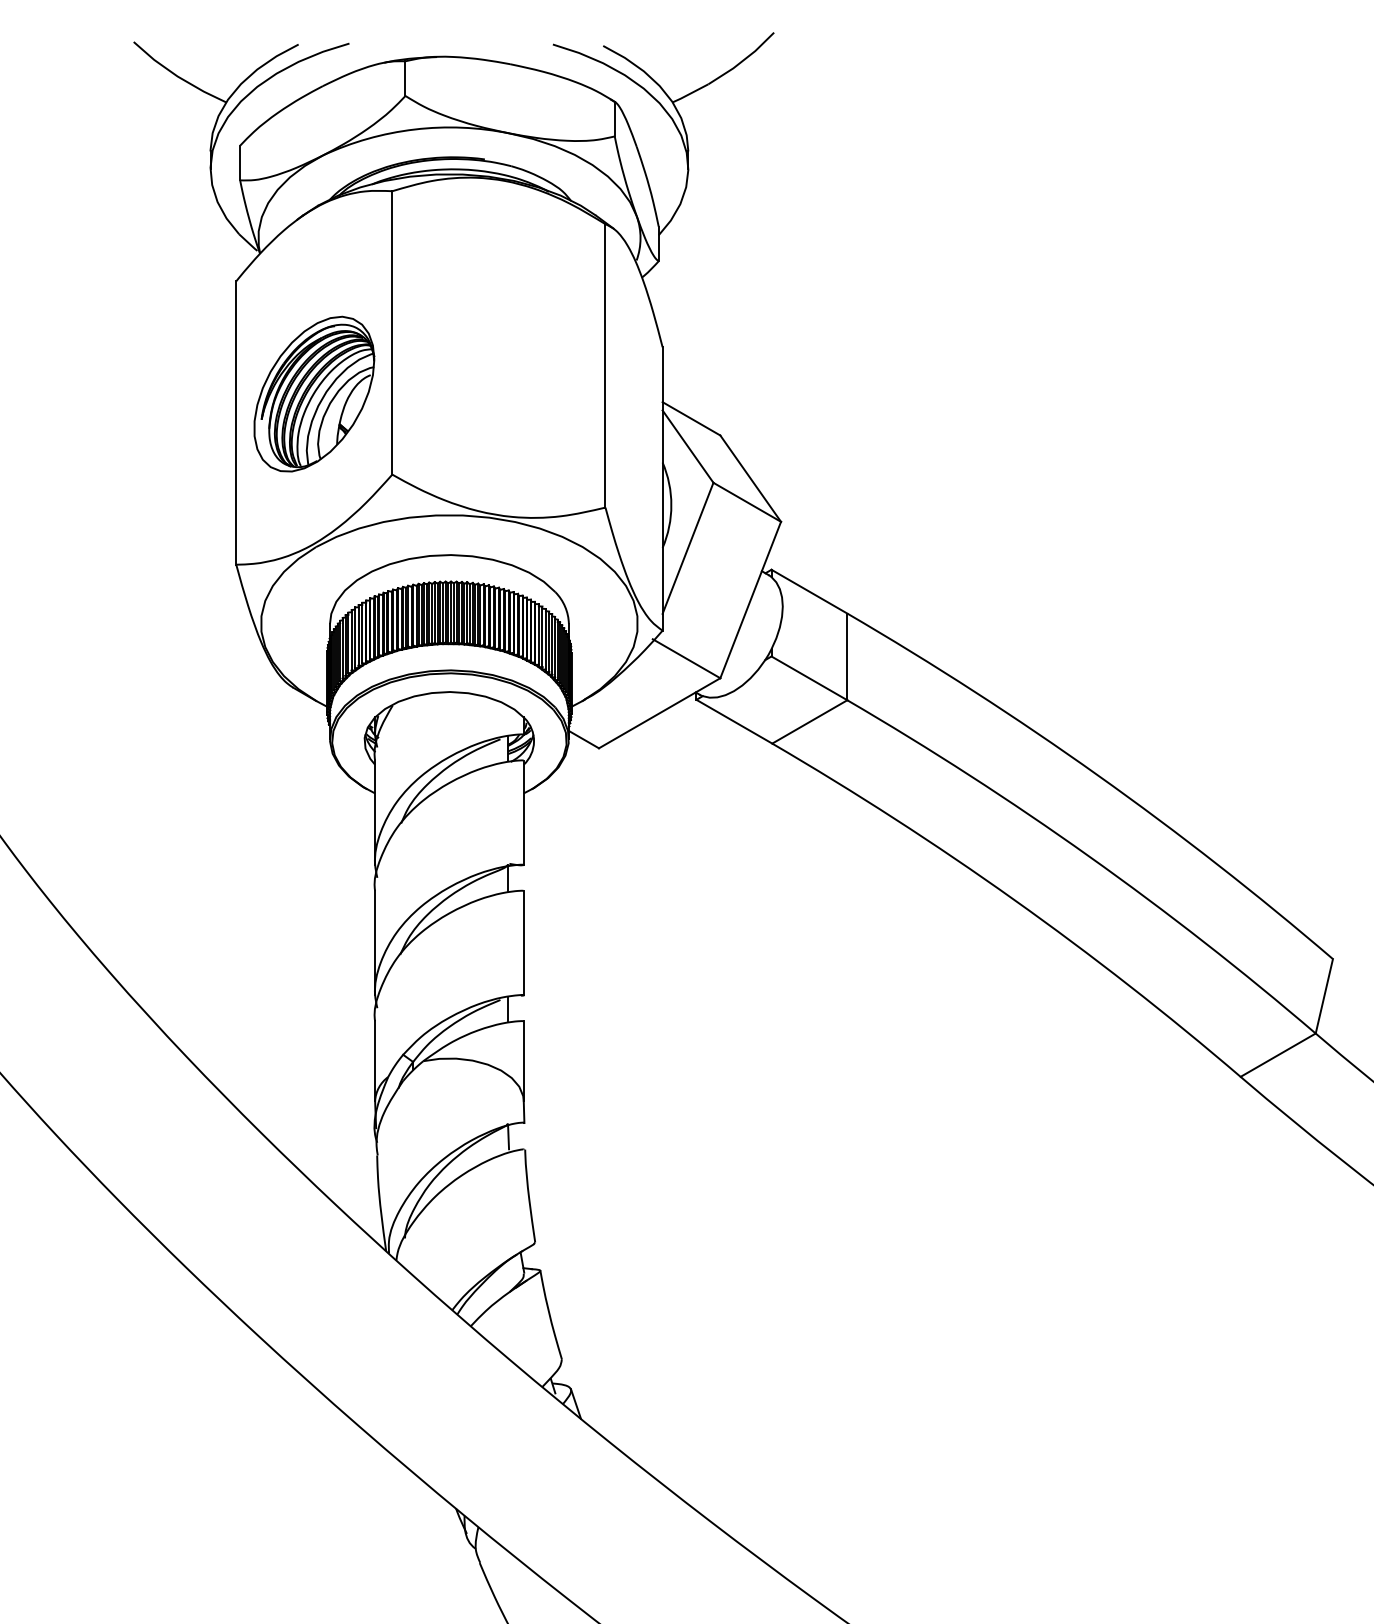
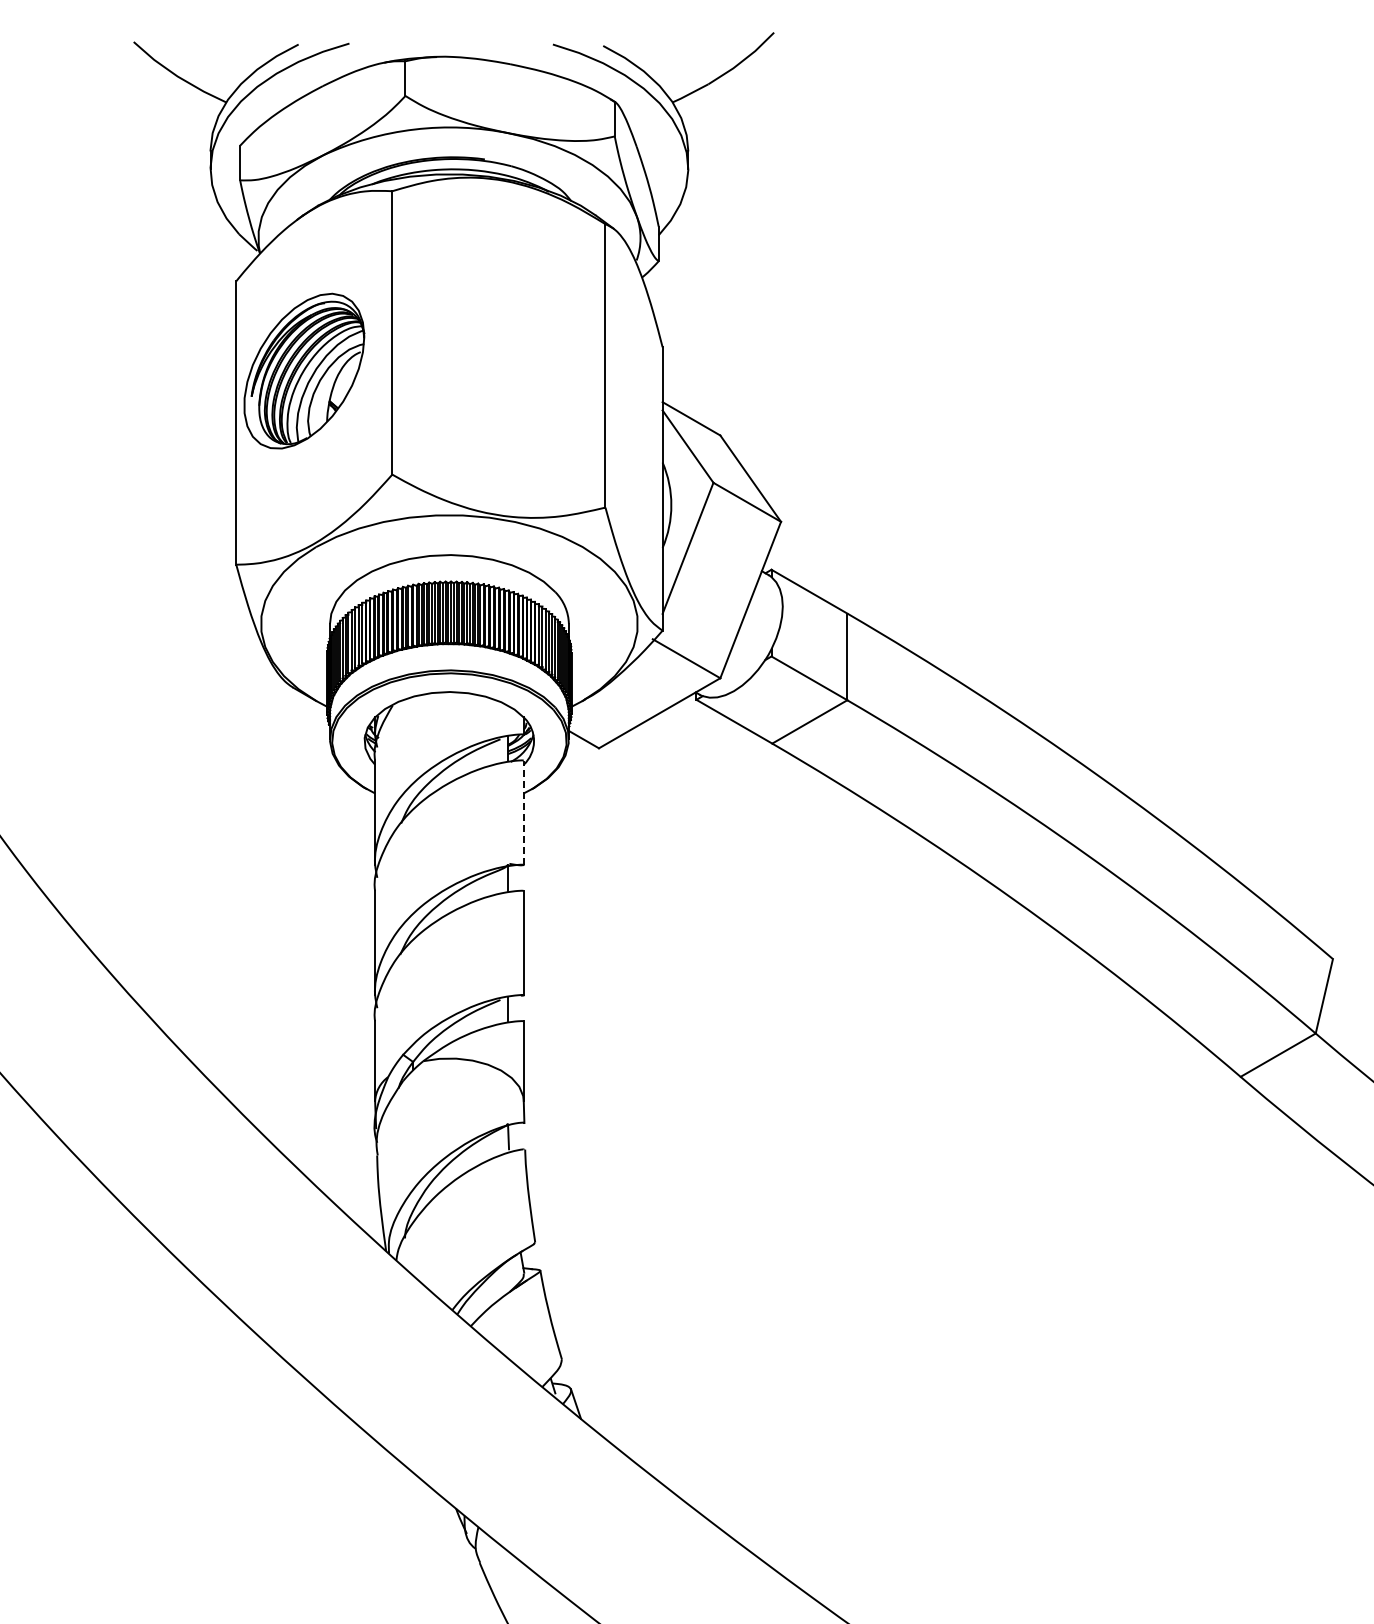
part at (314, 393) position: (314, 393) -> (304, 370)
line at (523, 812): solid -> dashed
